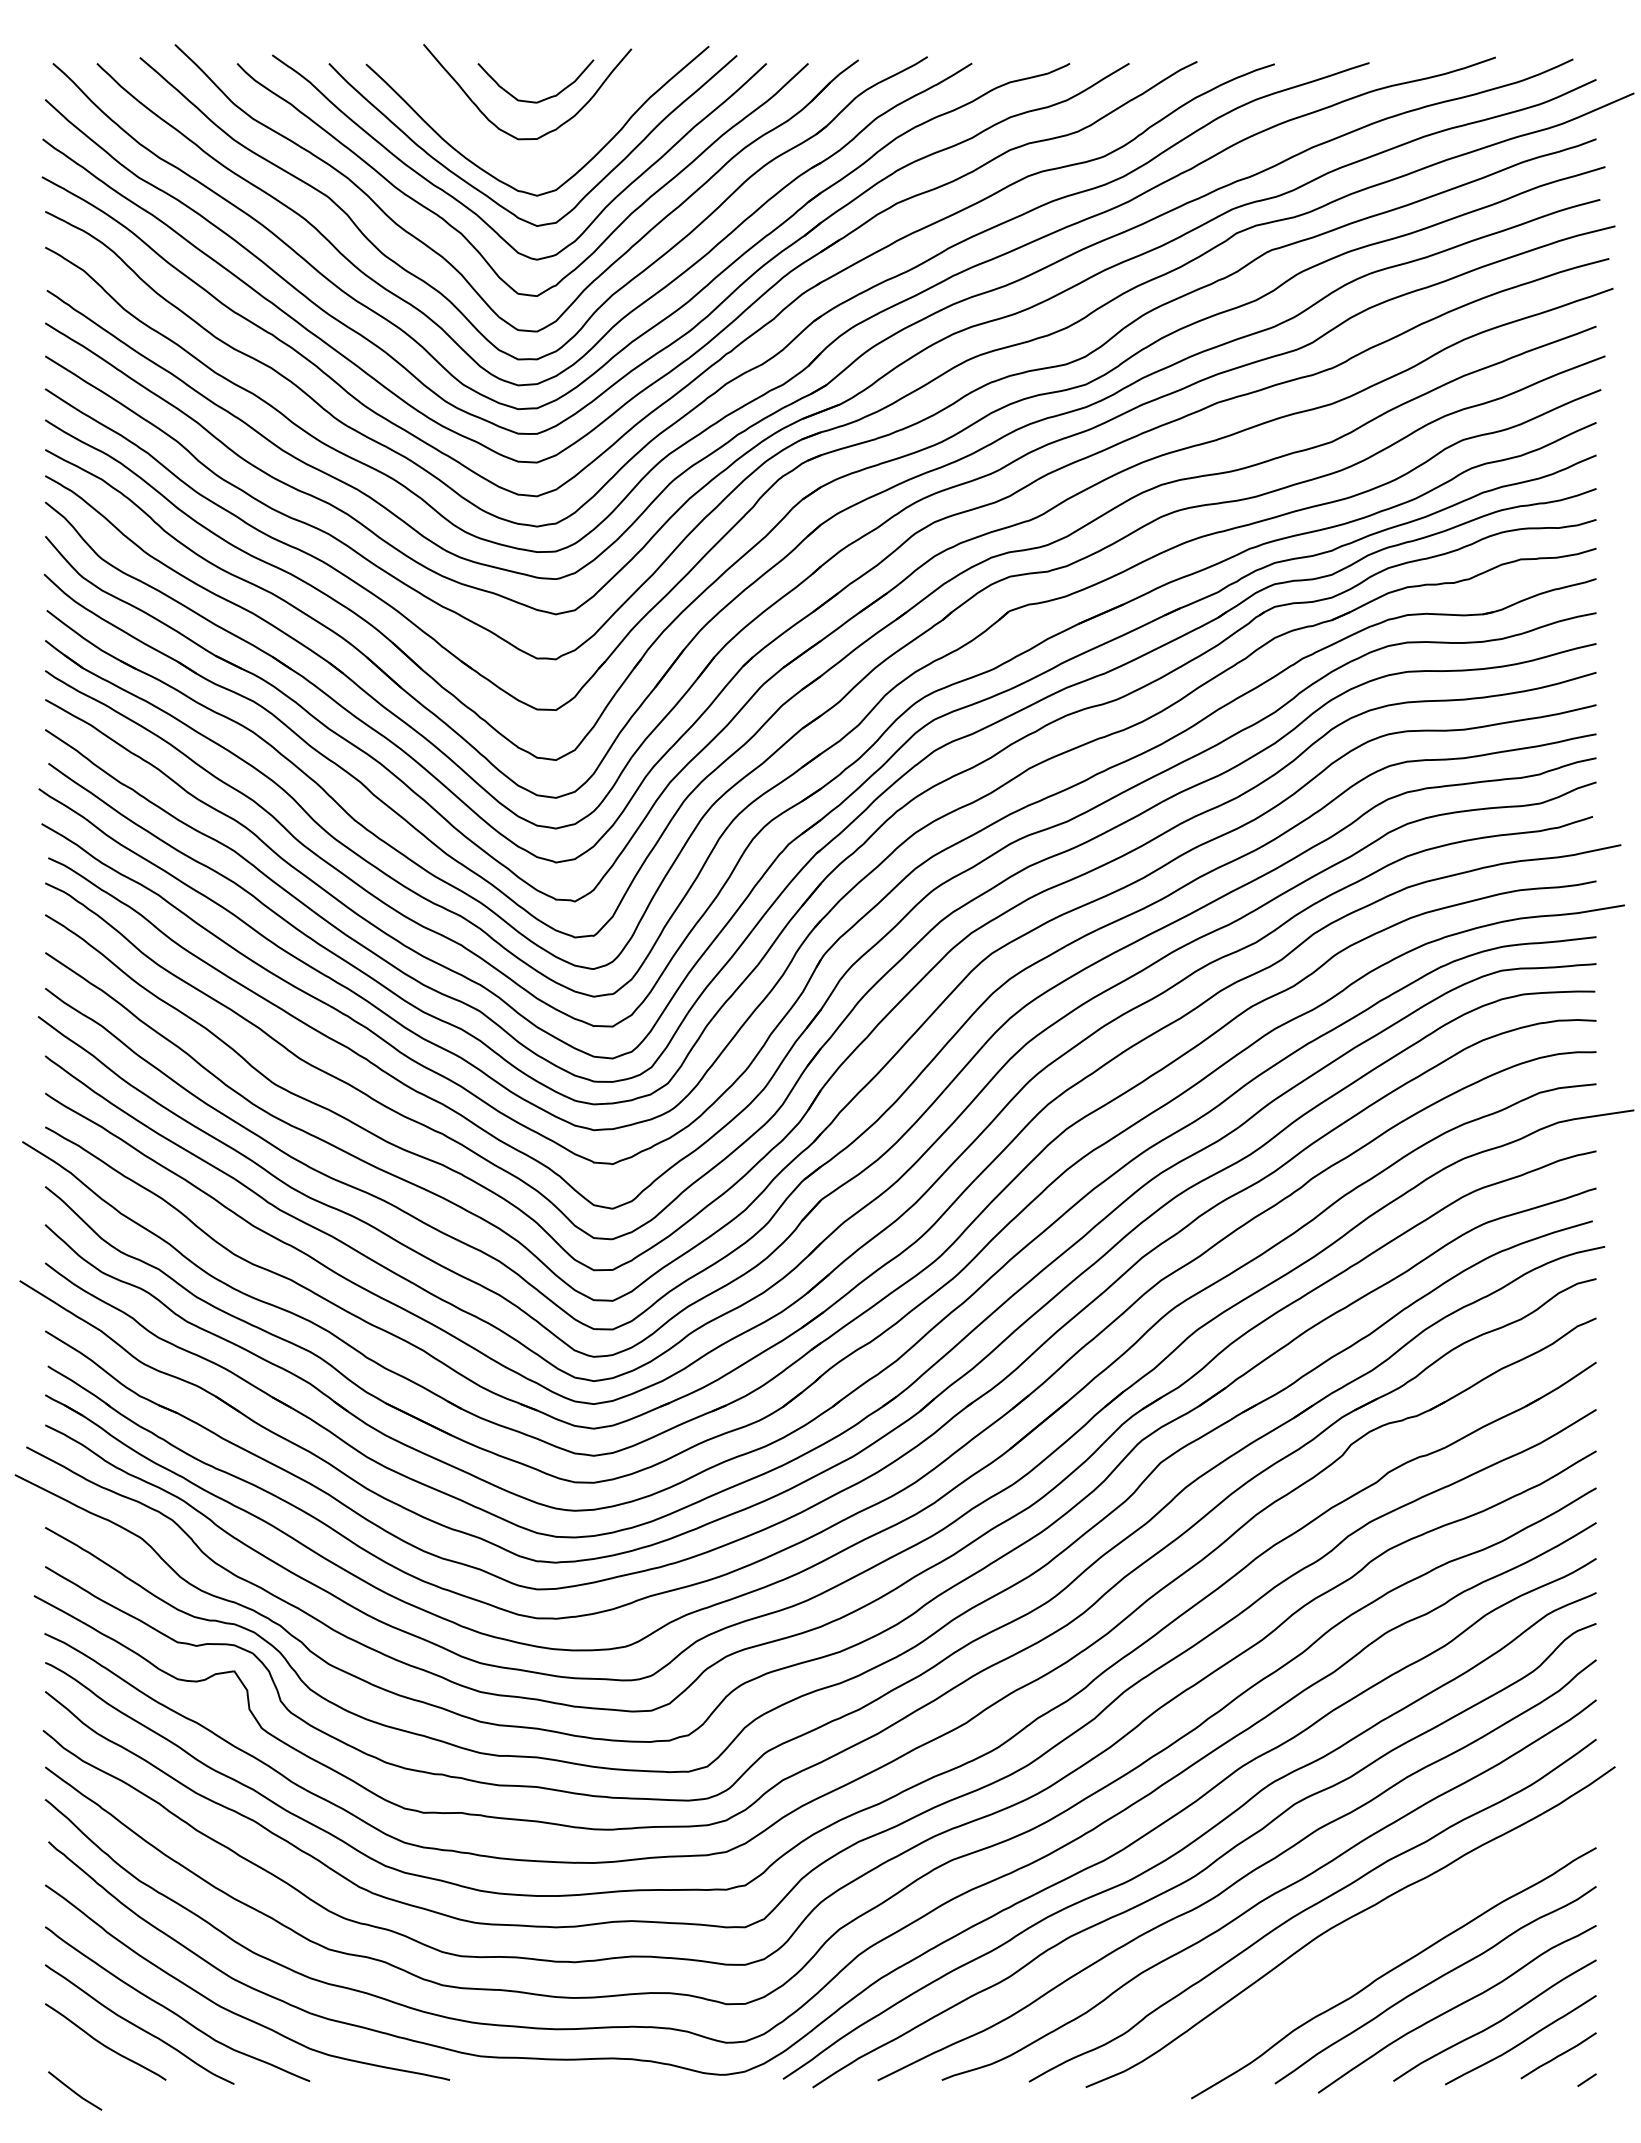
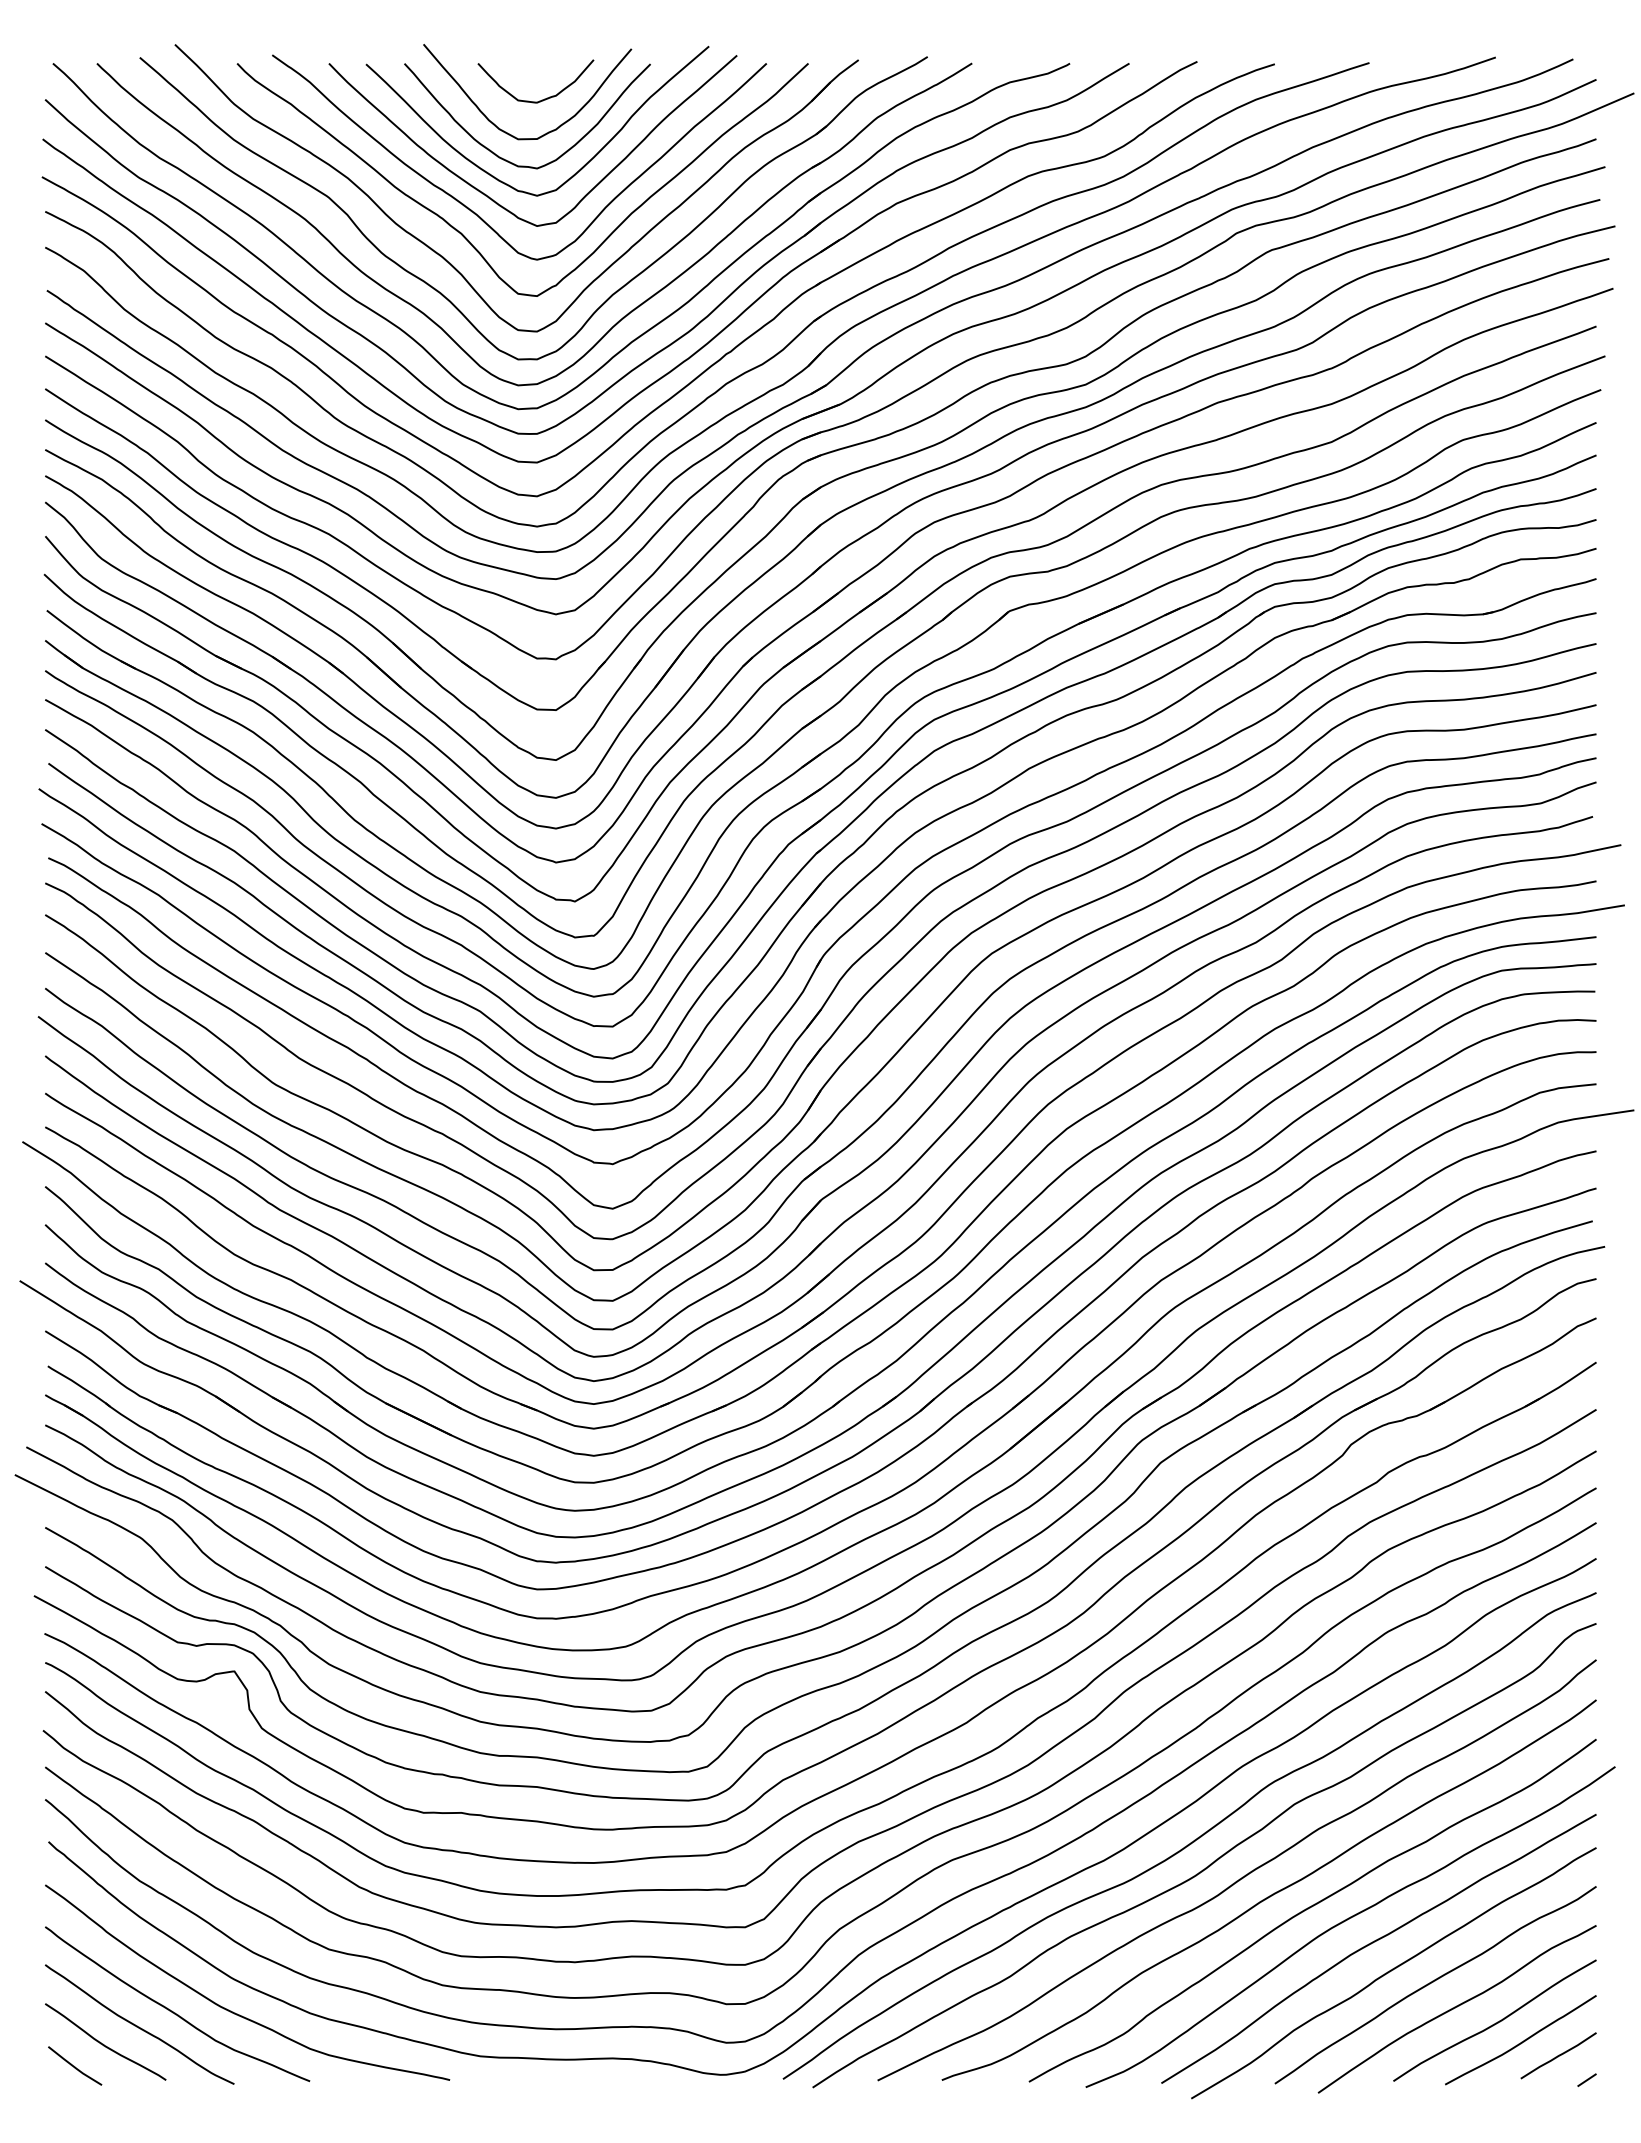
curve at (506, 159): none -> present
curve at (1375, 1942): none -> present
line at (75, 2091) position: (75, 2091) -> (75, 2066)
